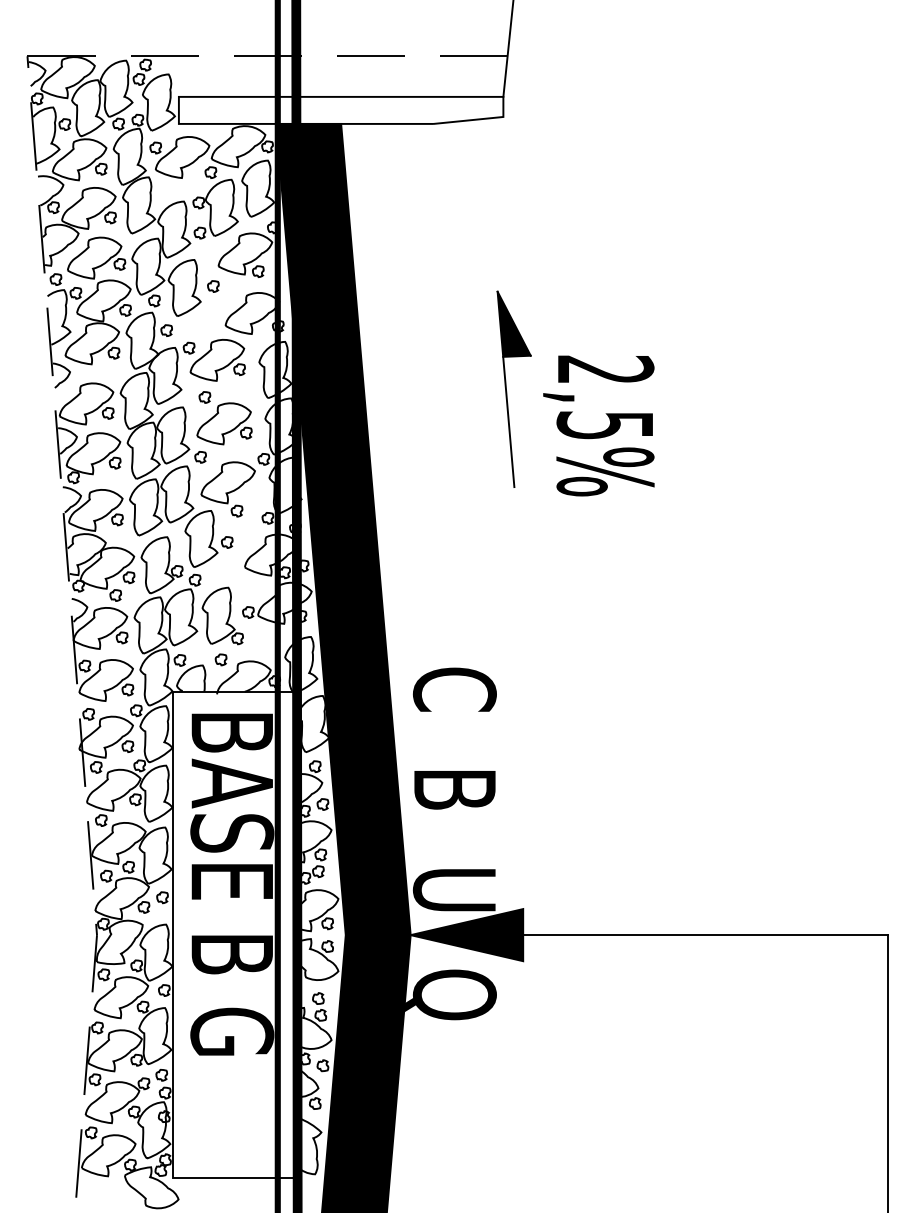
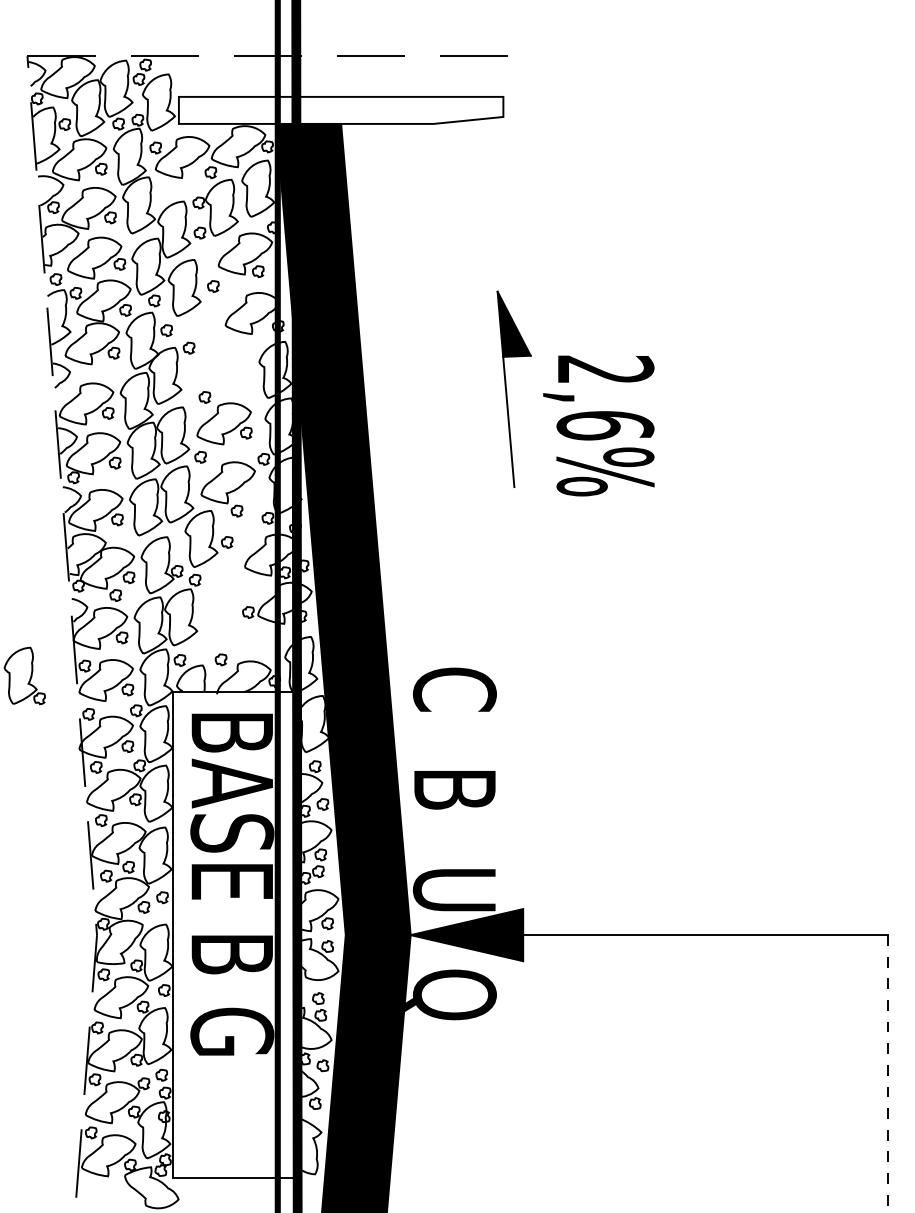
line at (508, 49): present -> none
part at (217, 360): present -> none
text at (605, 425): 2,5% -> 2,6%
part at (222, 615) position: (222, 615) -> (24, 675)
line at (887, 1073): solid -> dashed
